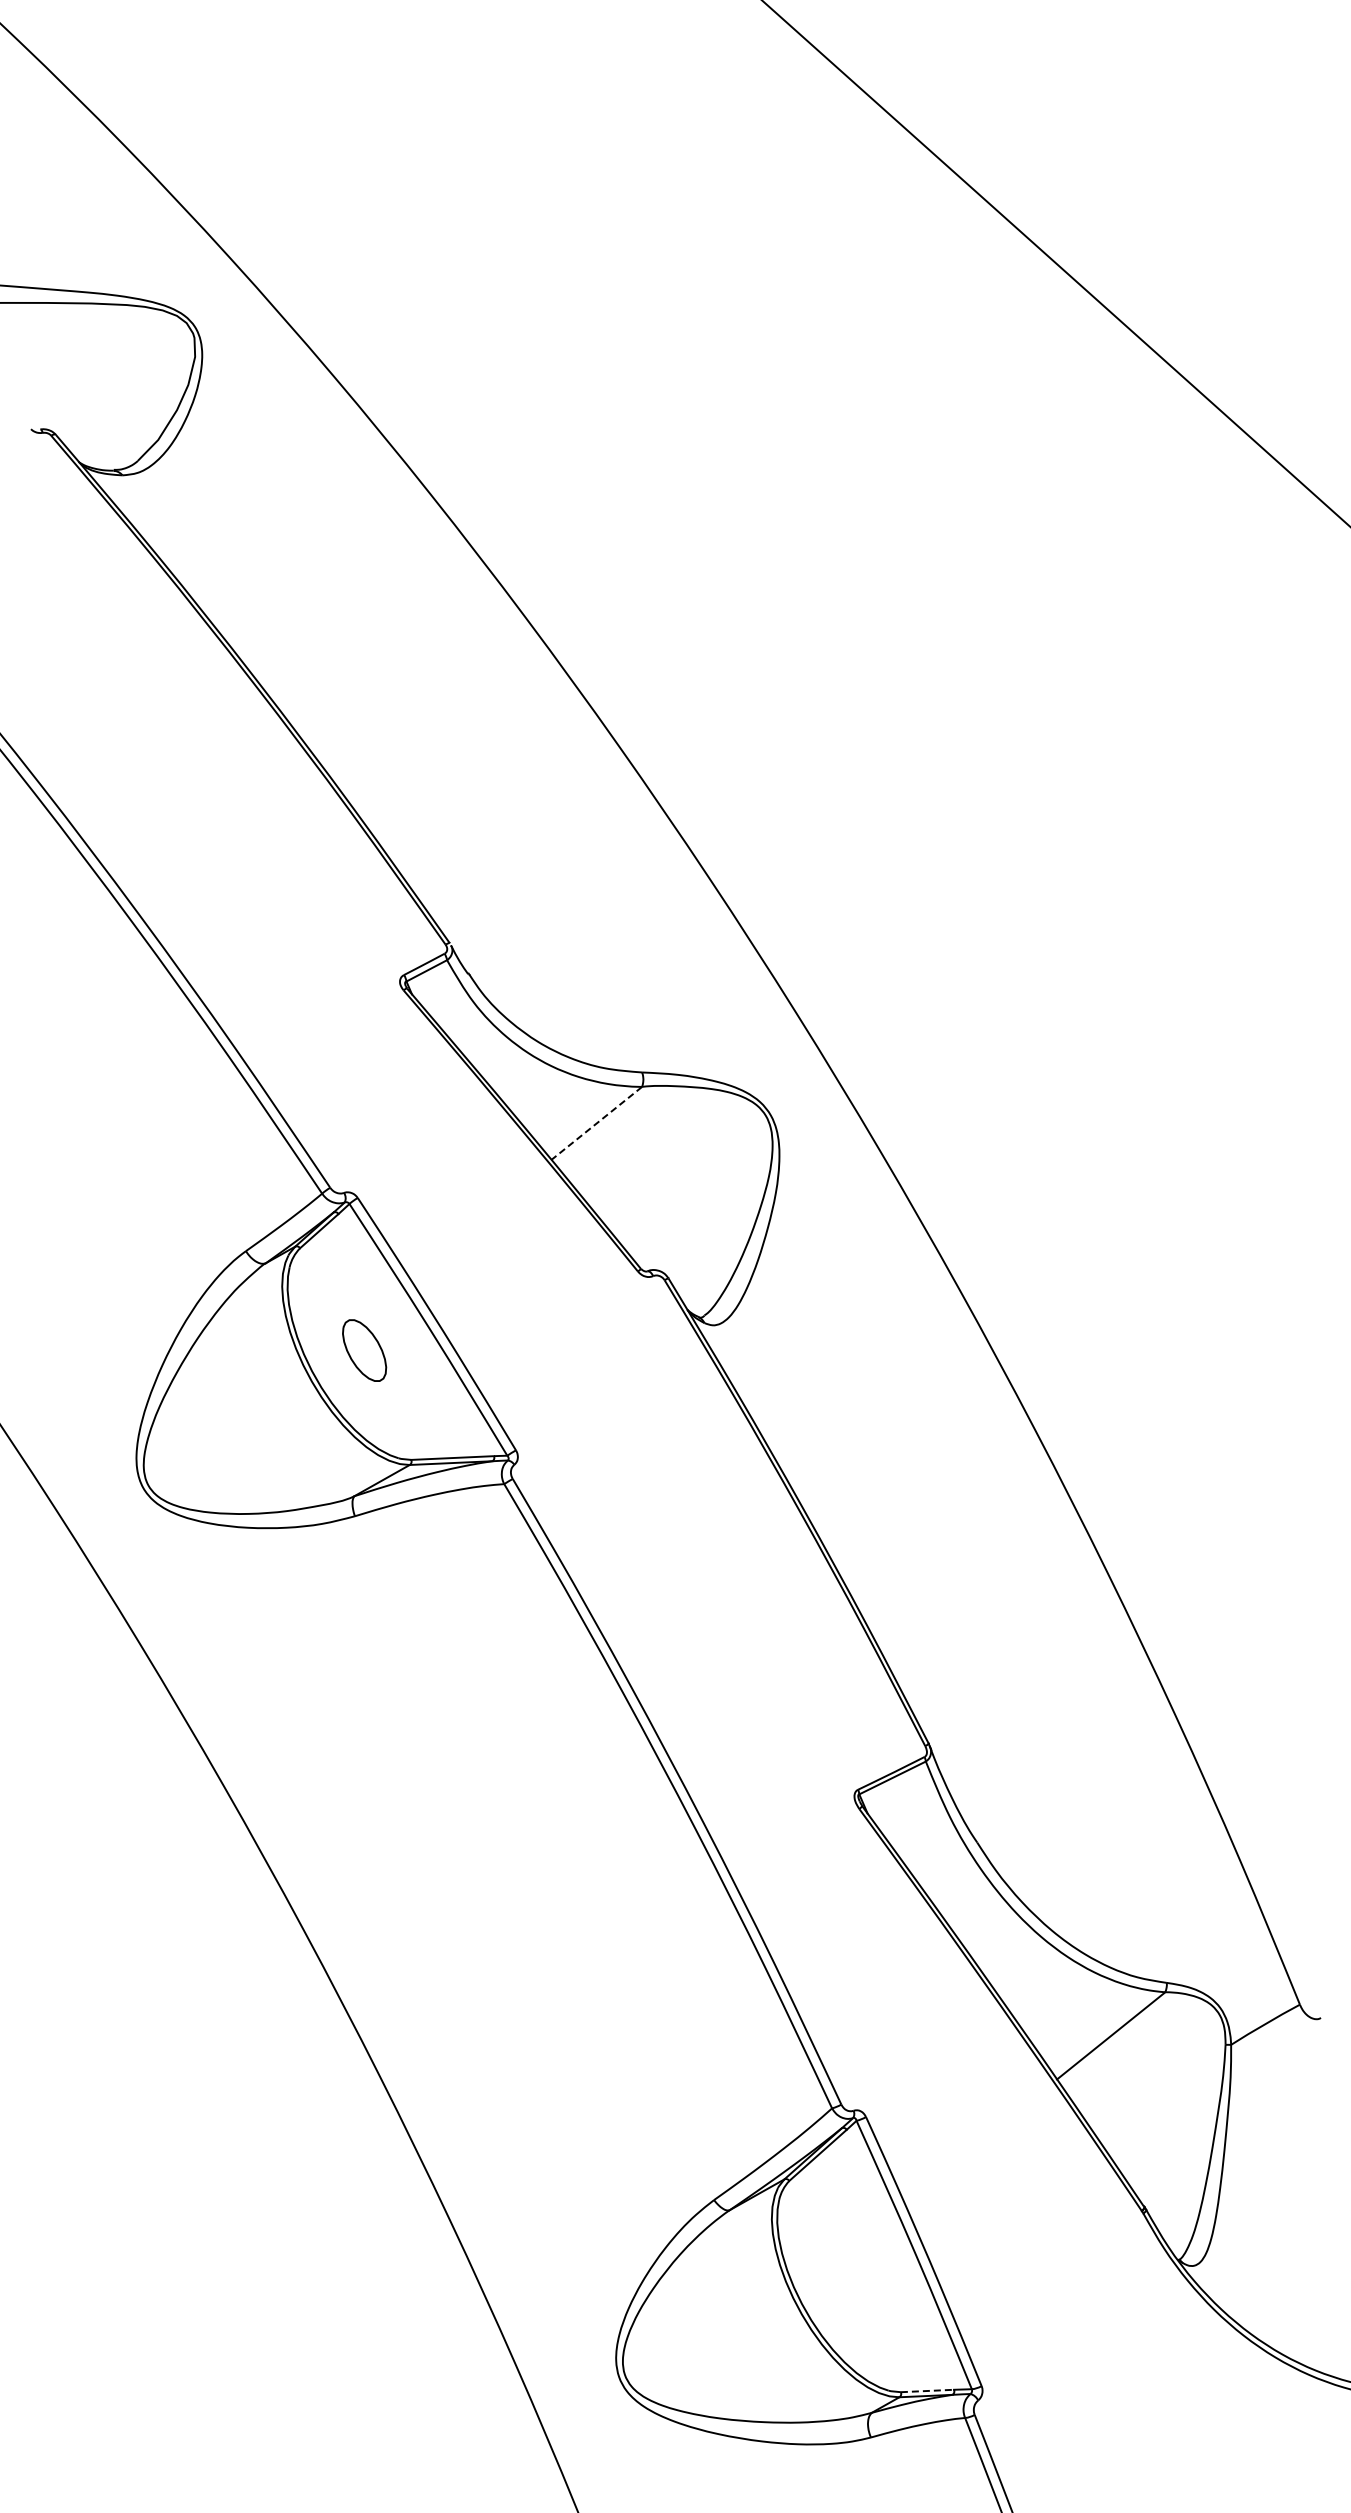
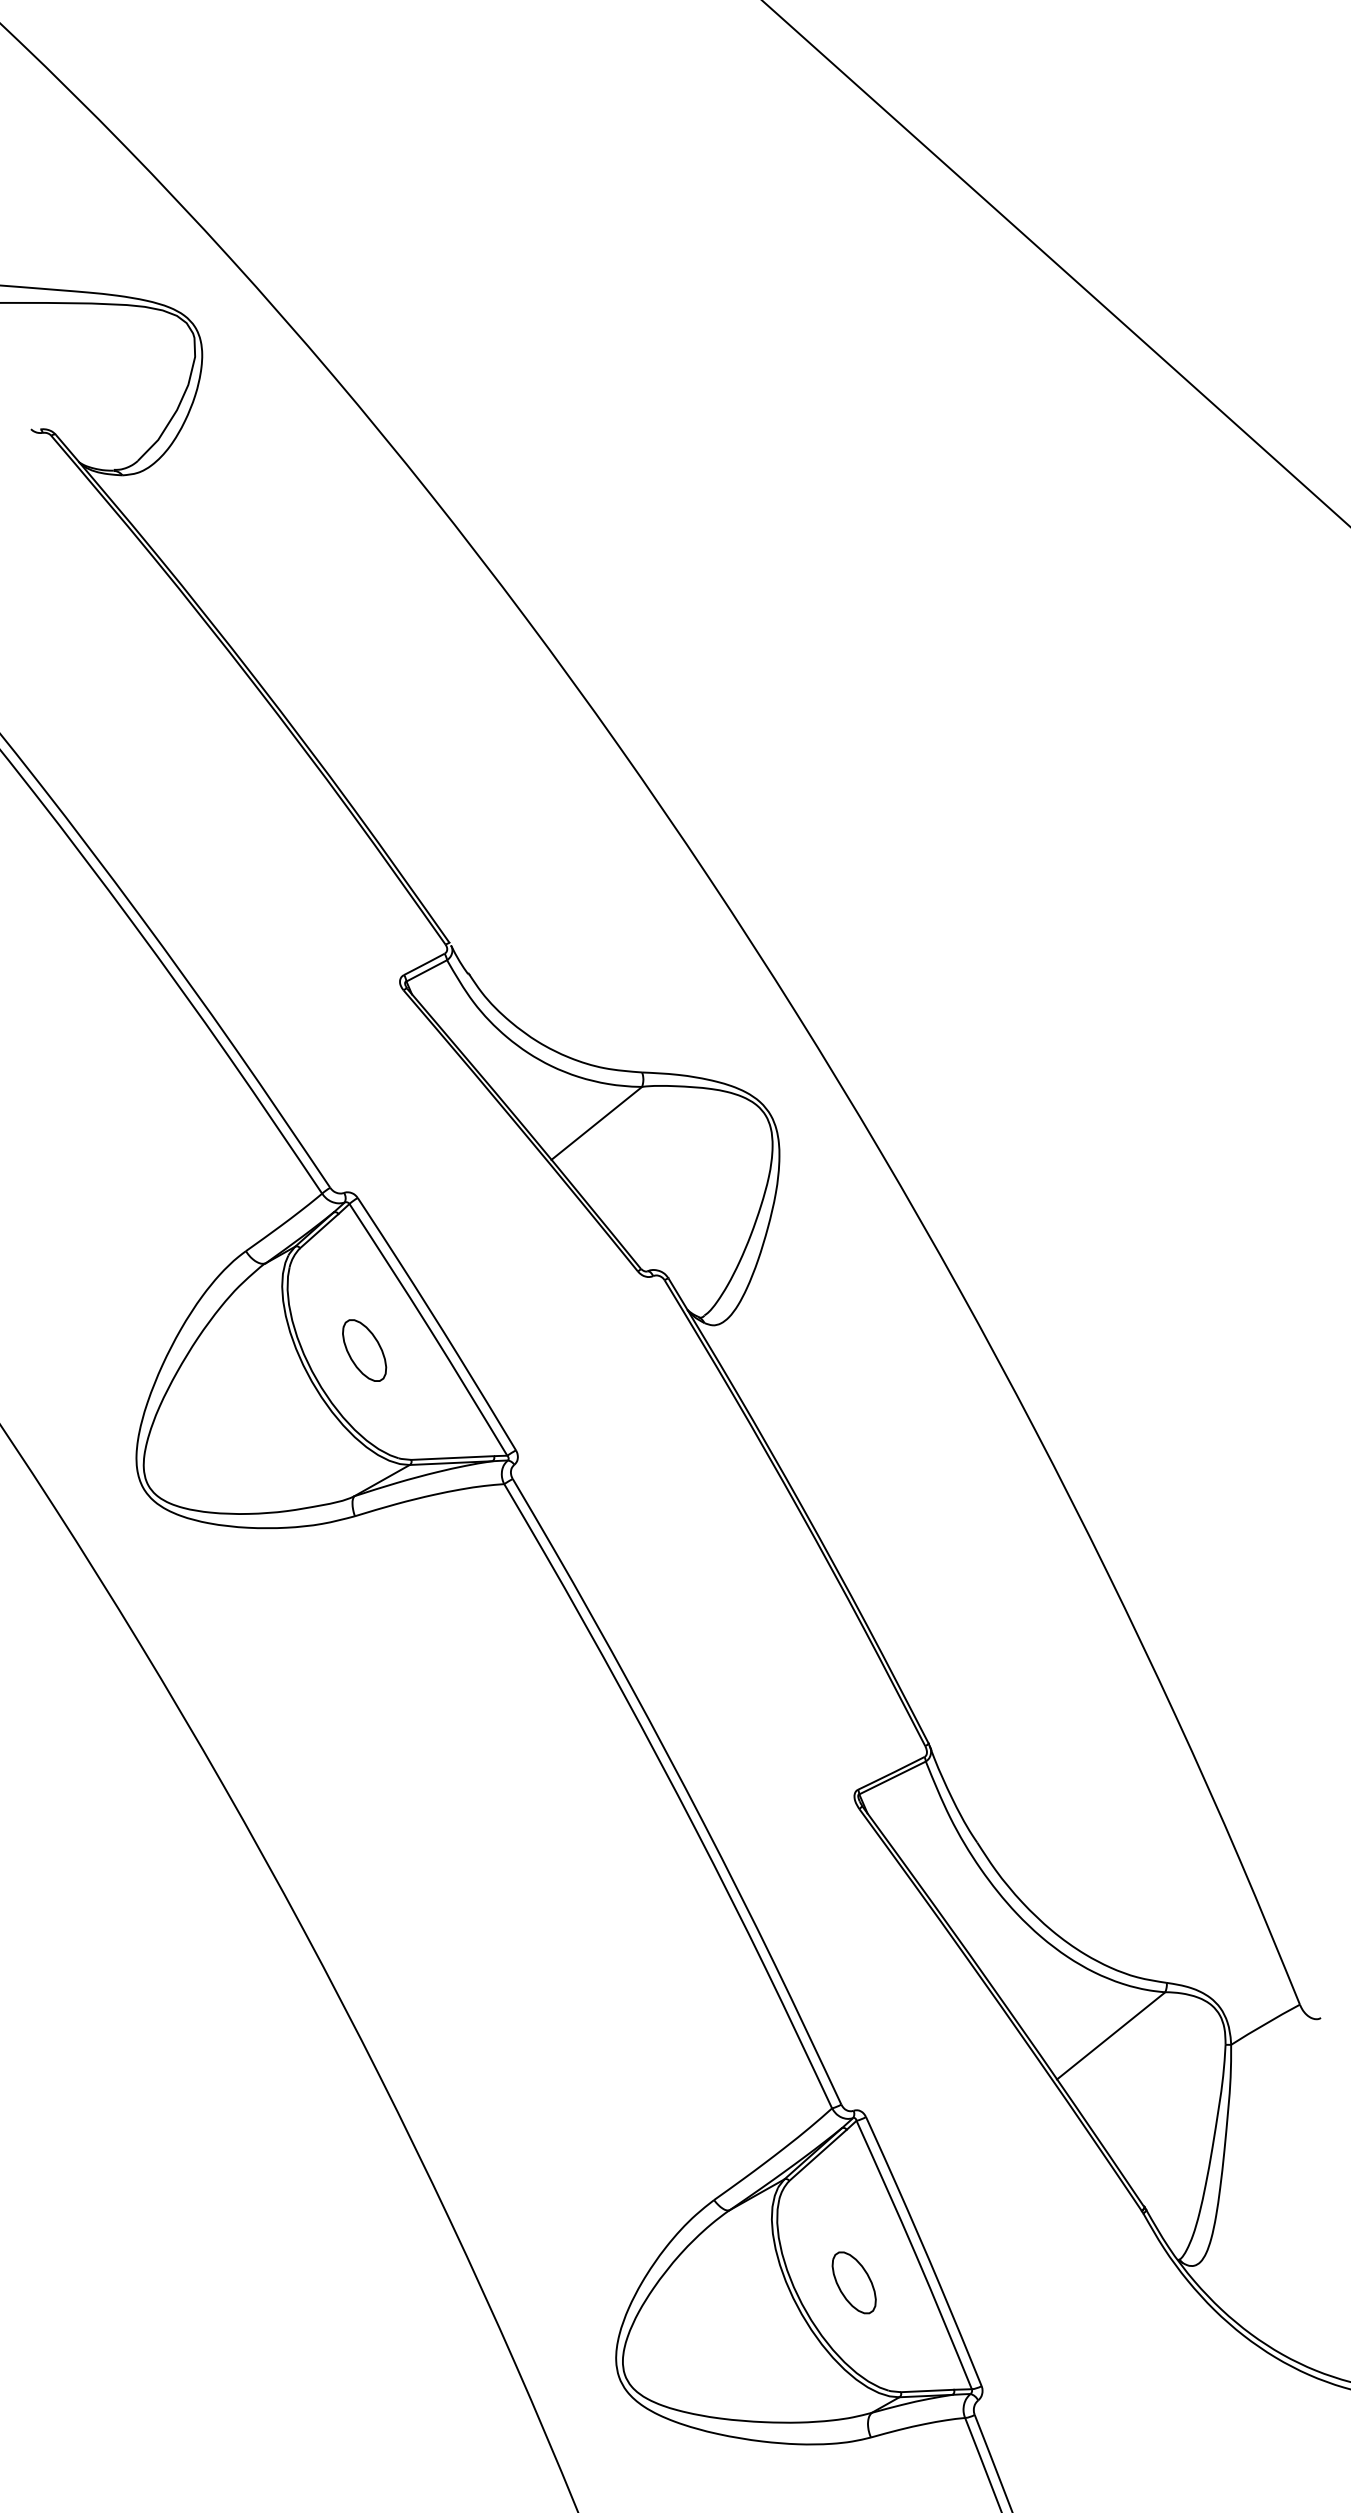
line at (596, 1123): dashed -> solid
part at (853, 2282): none -> present
line at (927, 2390): dashed -> solid
